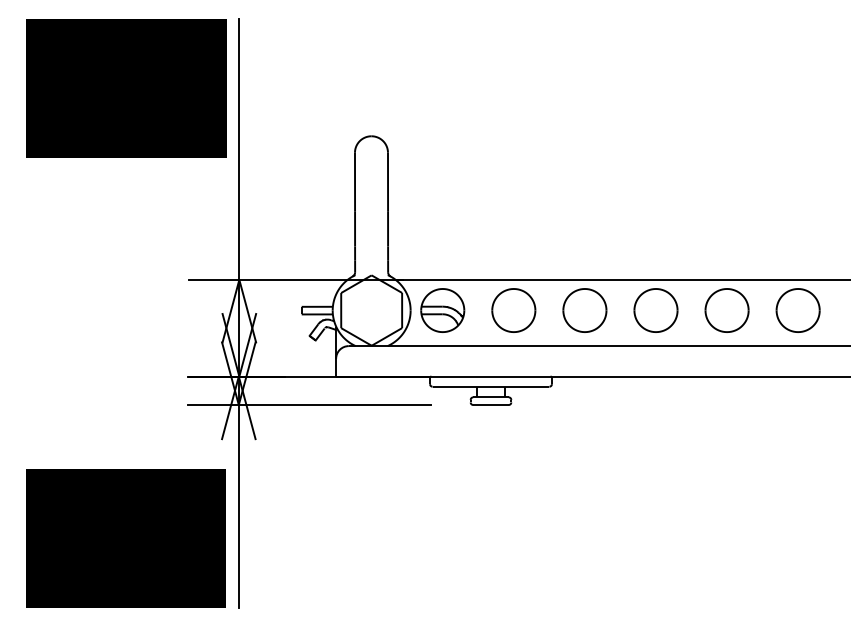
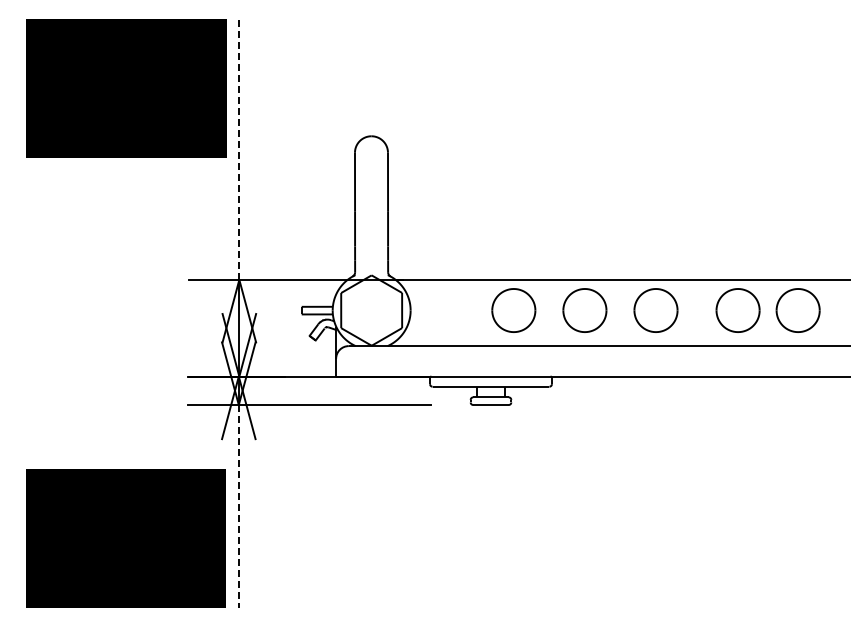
line at (239, 149): solid -> dashed
part at (442, 310): present -> none
part at (726, 310) position: (726, 310) -> (737, 310)
line at (238, 506): solid -> dashed
